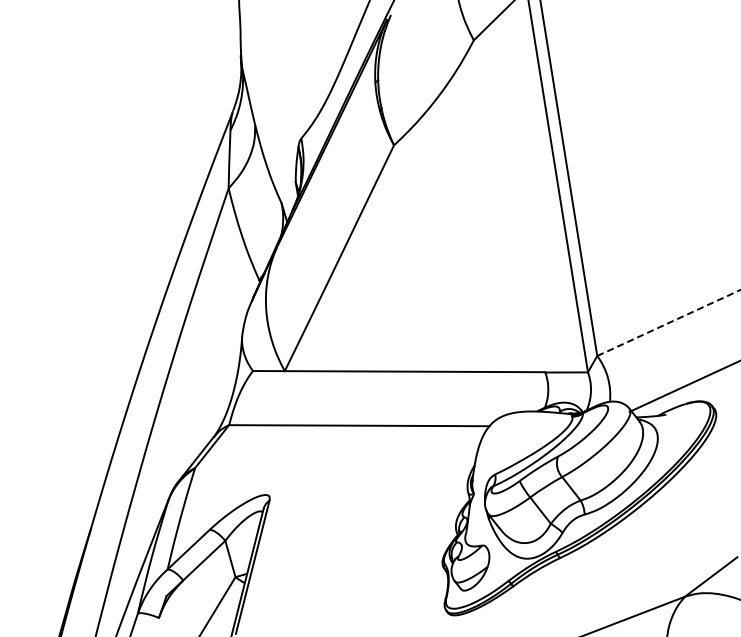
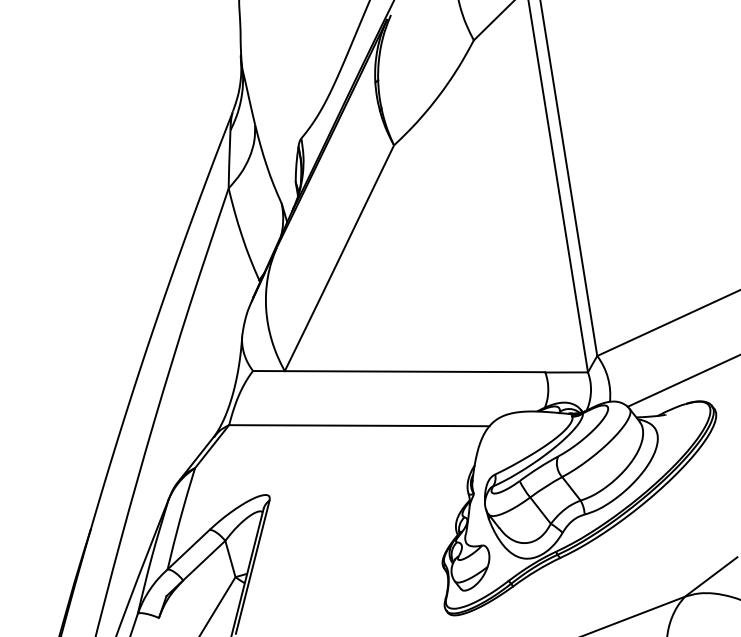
line at (669, 322): dashed -> solid
line at (683, 386) position: (683, 386) -> (682, 381)
